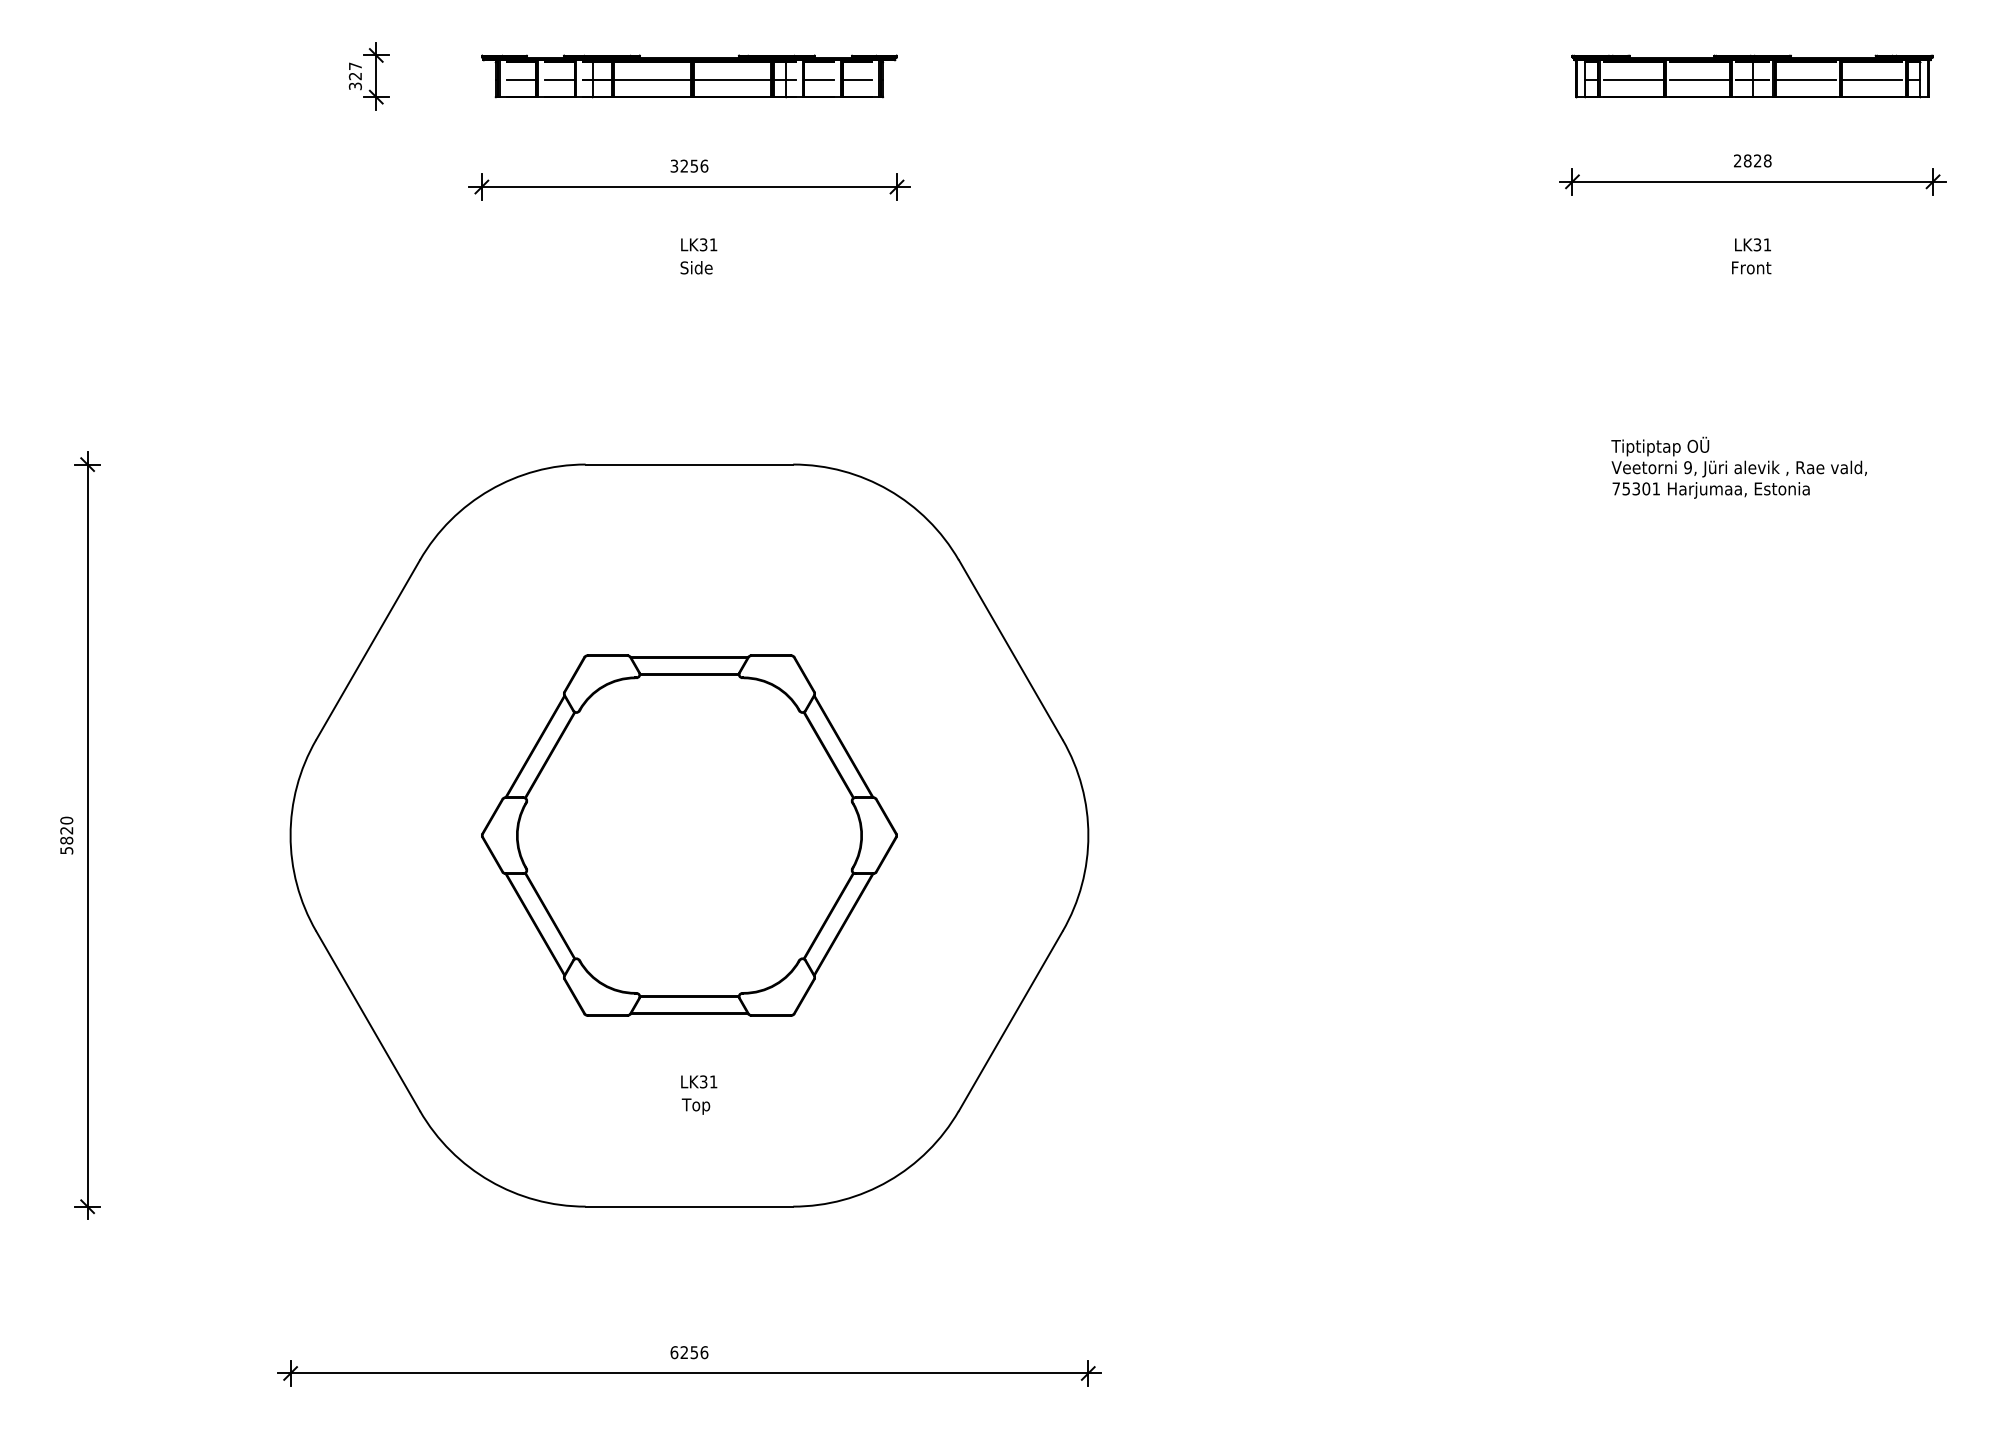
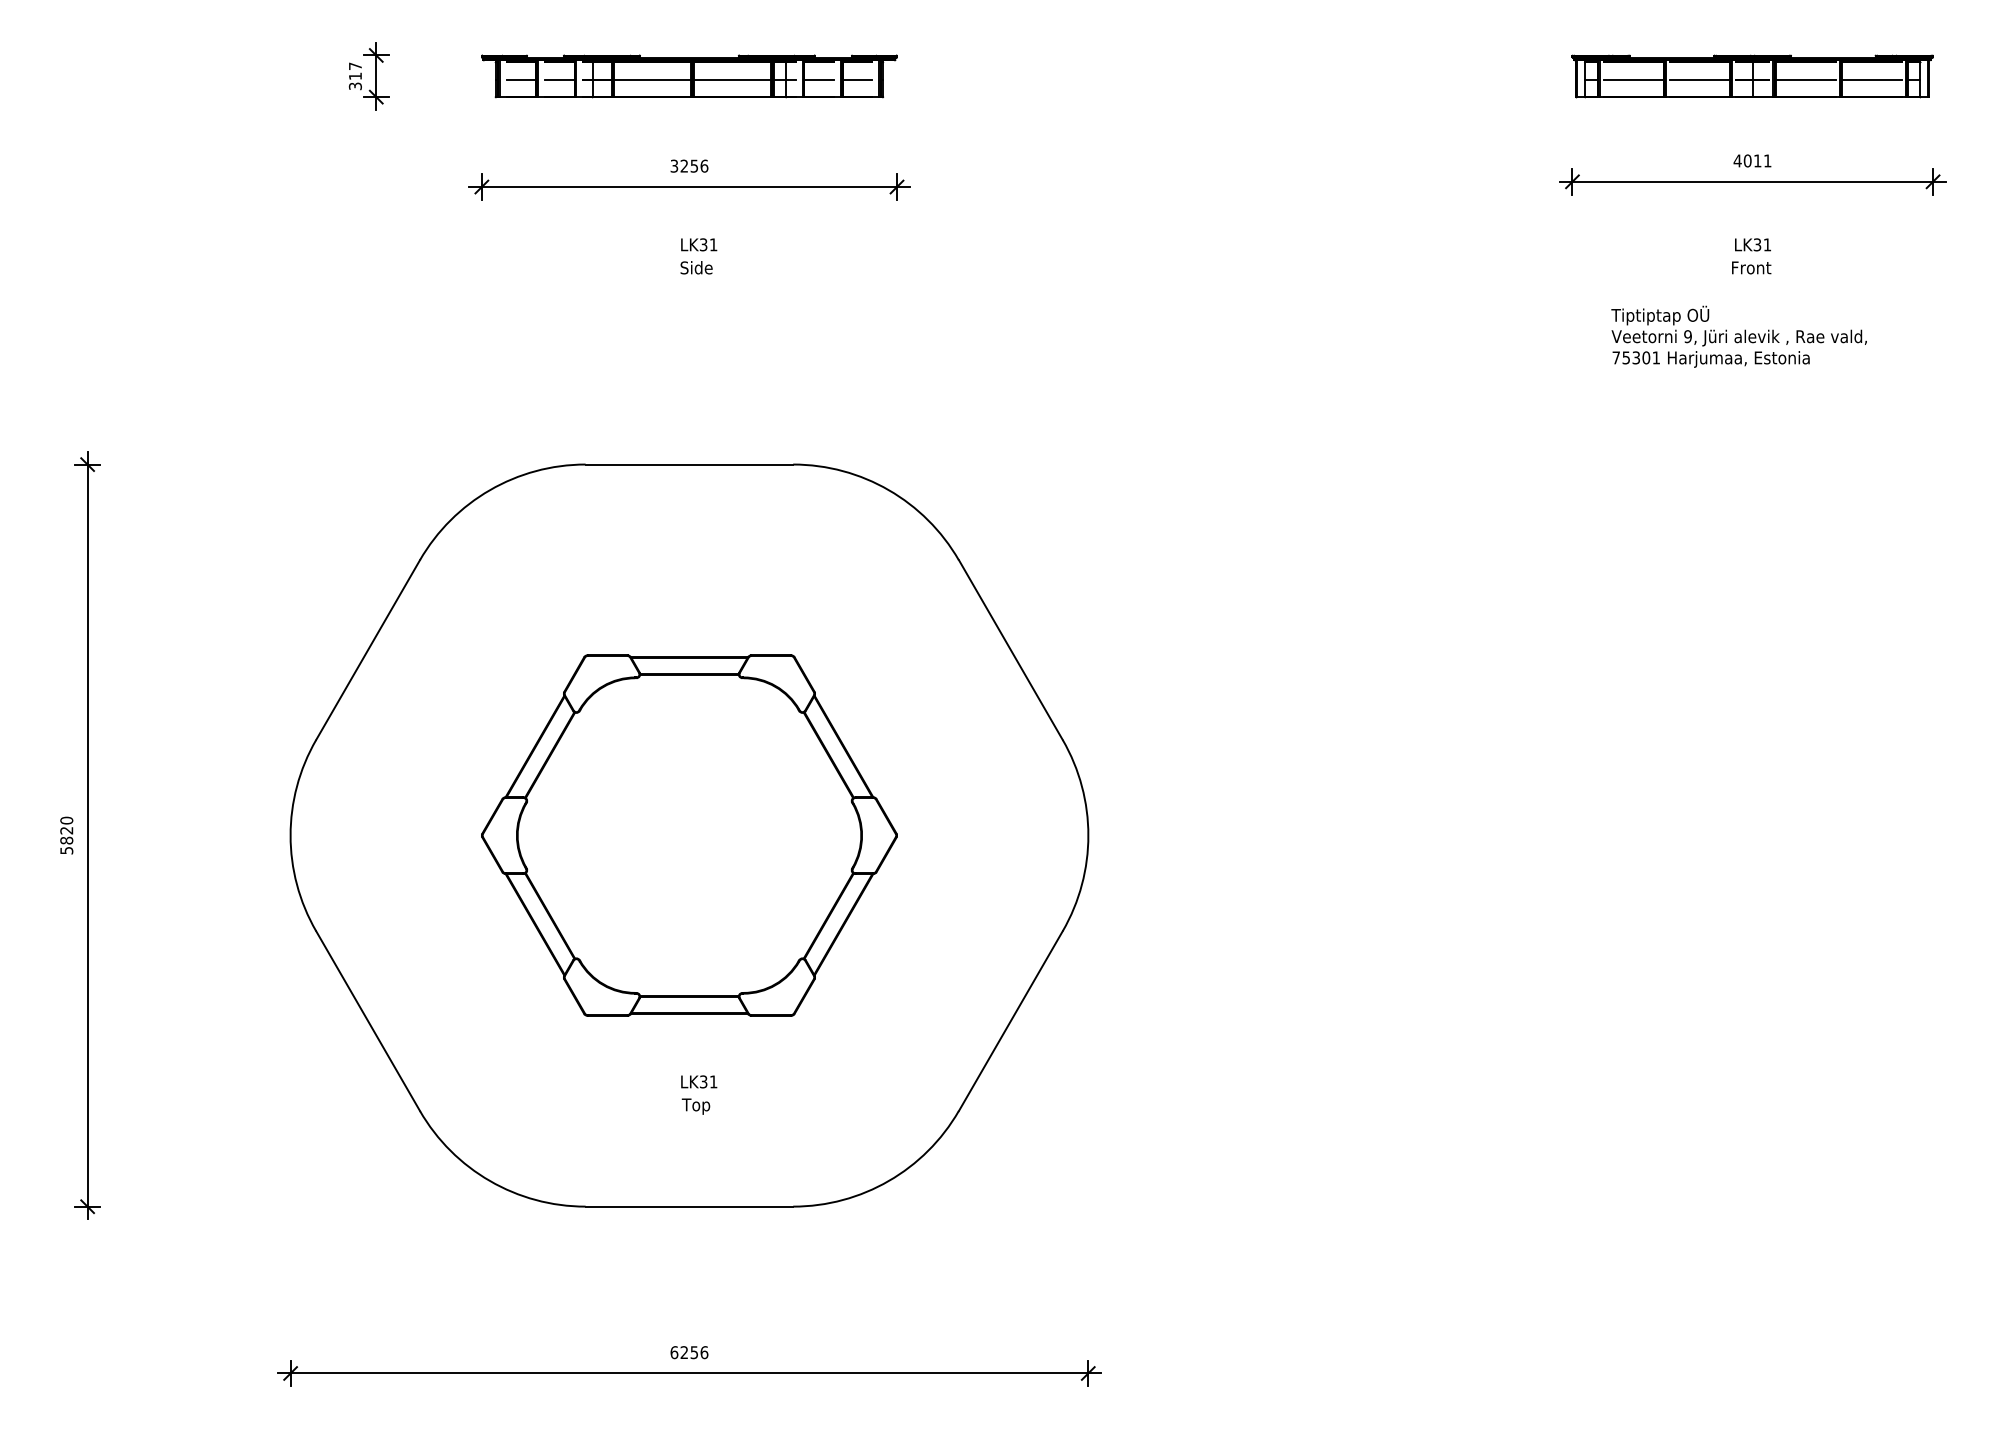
text at (354, 76): 327 -> 317
text at (1752, 160): 2828 -> 4011
text at (1738, 467) position: (1738, 467) -> (1738, 336)
